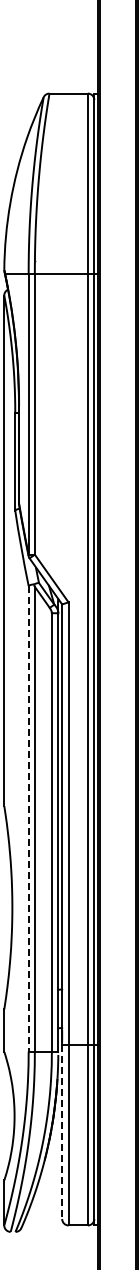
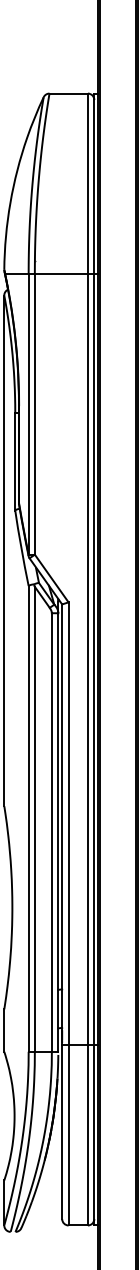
line at (28, 818): dashed -> solid
line at (62, 1132): dashed -> solid
